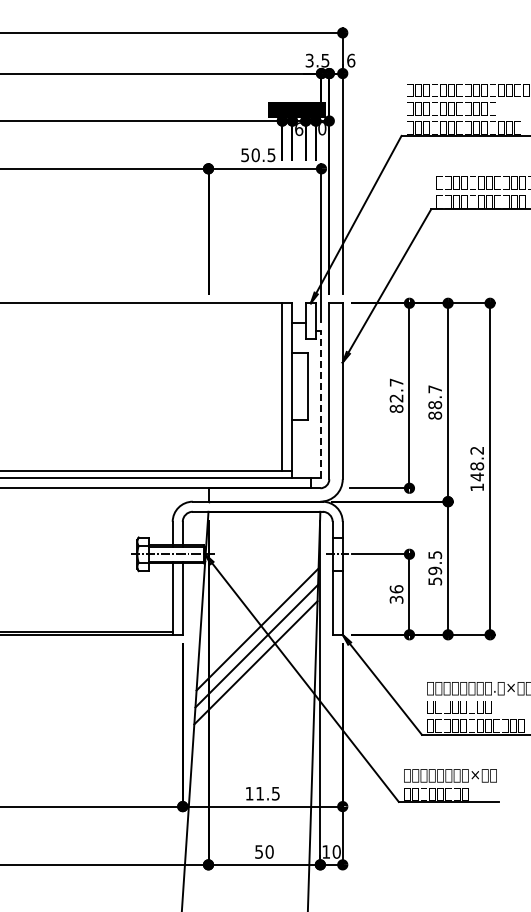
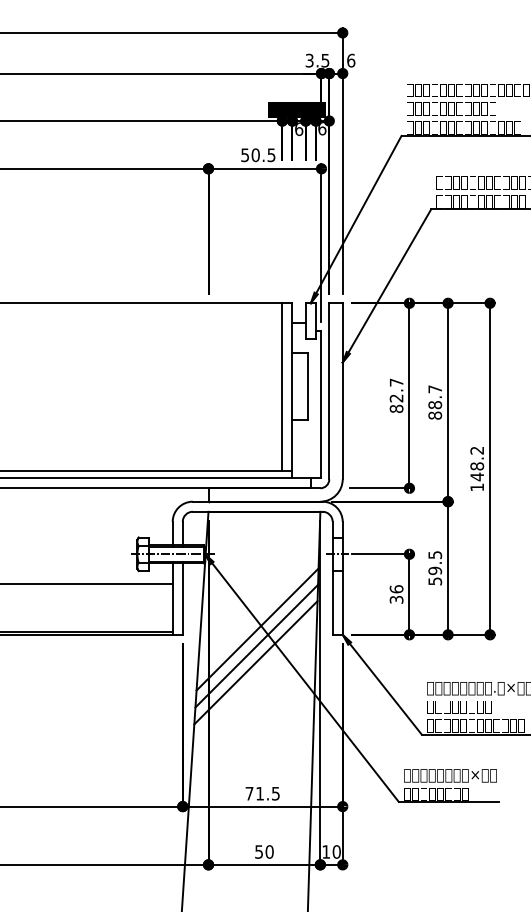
text at (322, 129): 0 -> 6
line at (321, 404): dashed -> solid
line at (87, 584): none -> present
text at (249, 793): 11.5 -> 71.5
